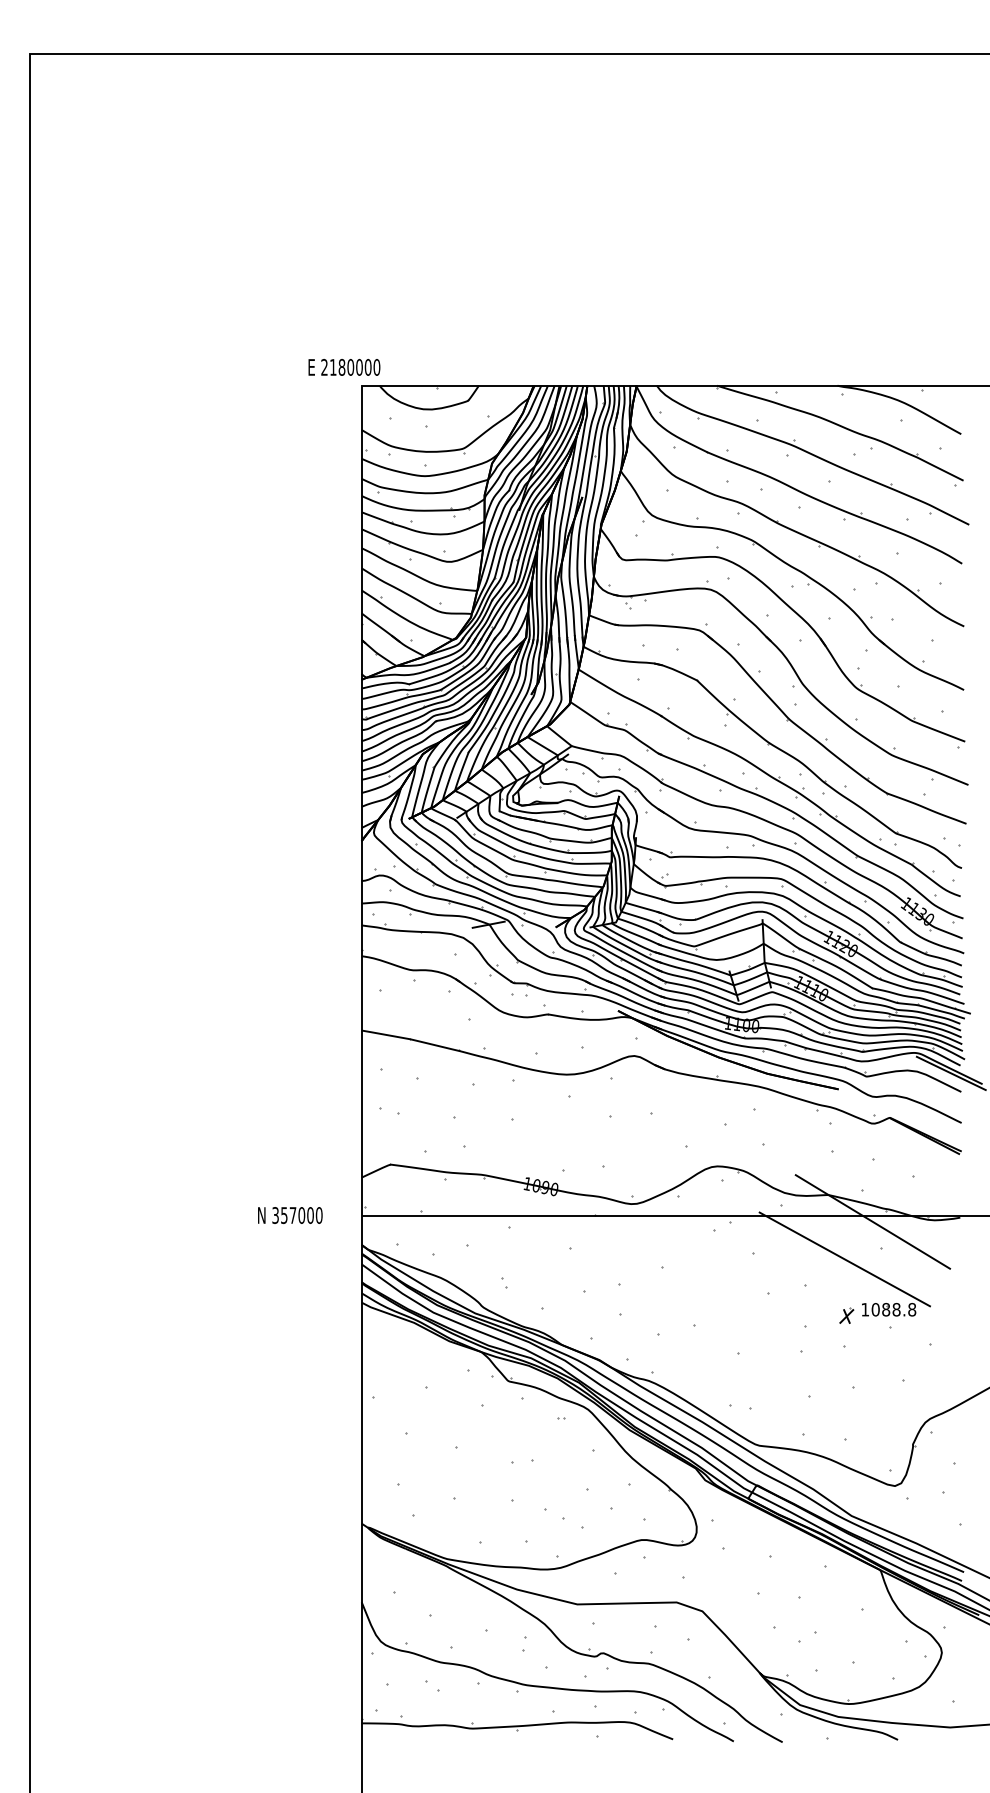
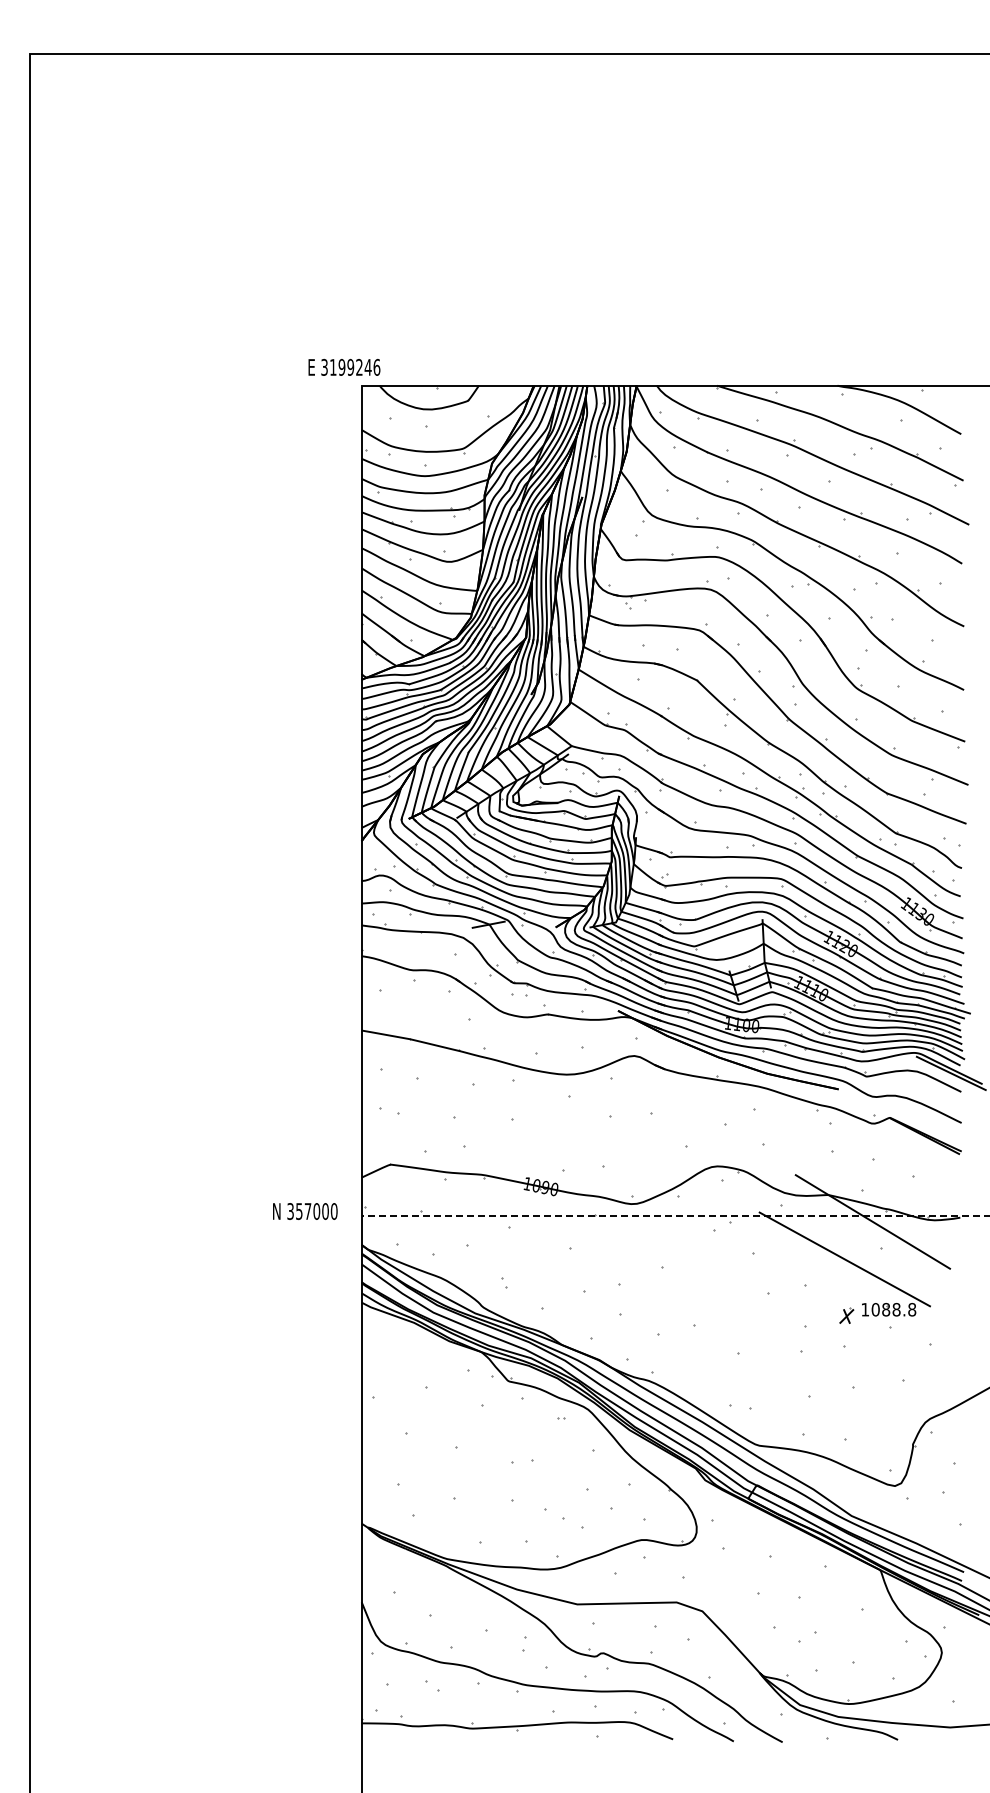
text at (350, 367): 2180000 -> 3199246
text at (290, 1215) position: (290, 1215) -> (305, 1211)
line at (675, 1215): solid -> dashed
